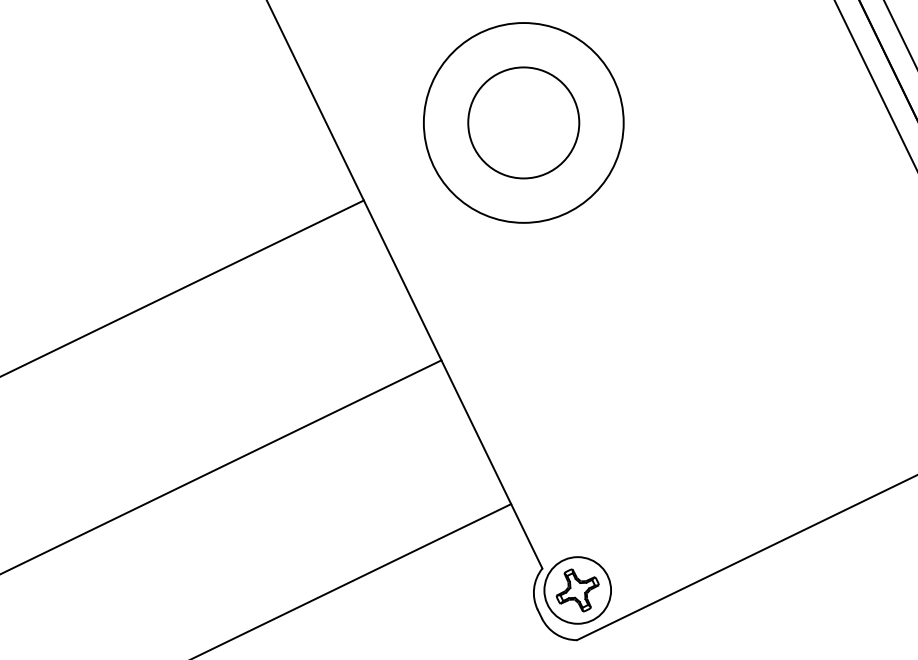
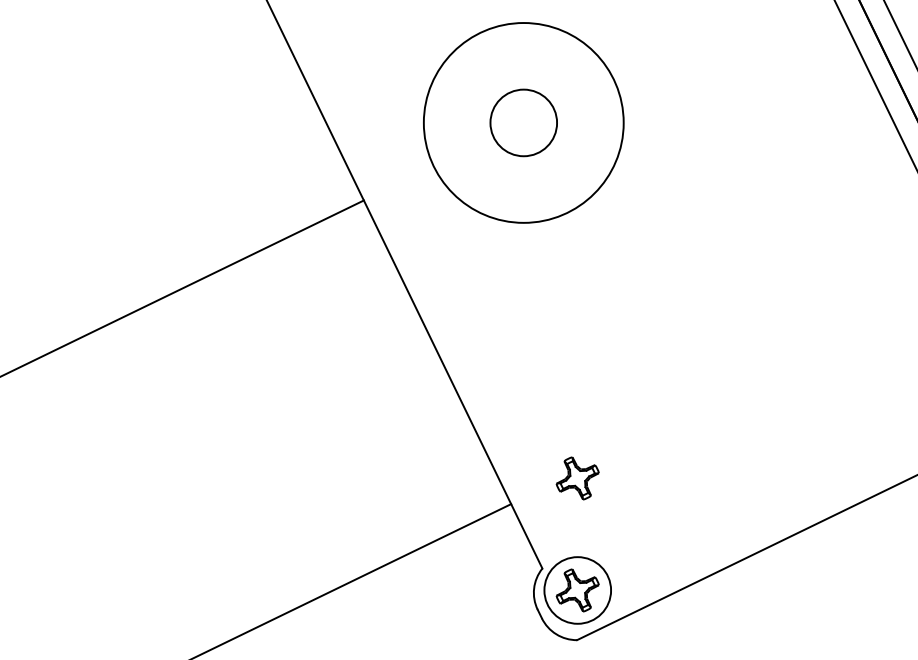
circle at (523, 122) diameter: 111 px -> 67 px
line at (221, 466): present -> none
part at (577, 478): none -> present
